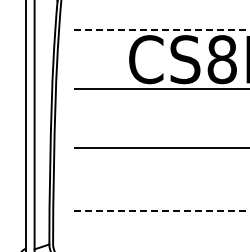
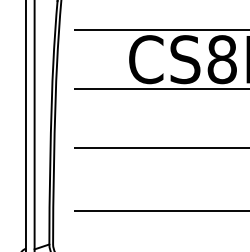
line at (162, 30): dashed -> solid
line at (162, 210): dashed -> solid
